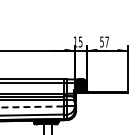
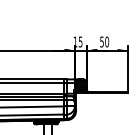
text at (107, 41): 57 -> 50
line at (32, 106): dashed -> solid
